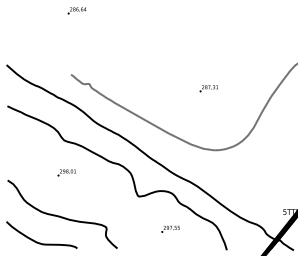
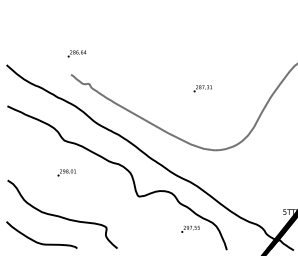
text at (76, 10) position: (76, 10) -> (76, 53)
text at (208, 88) position: (208, 88) -> (202, 88)
text at (170, 228) position: (170, 228) -> (190, 228)
